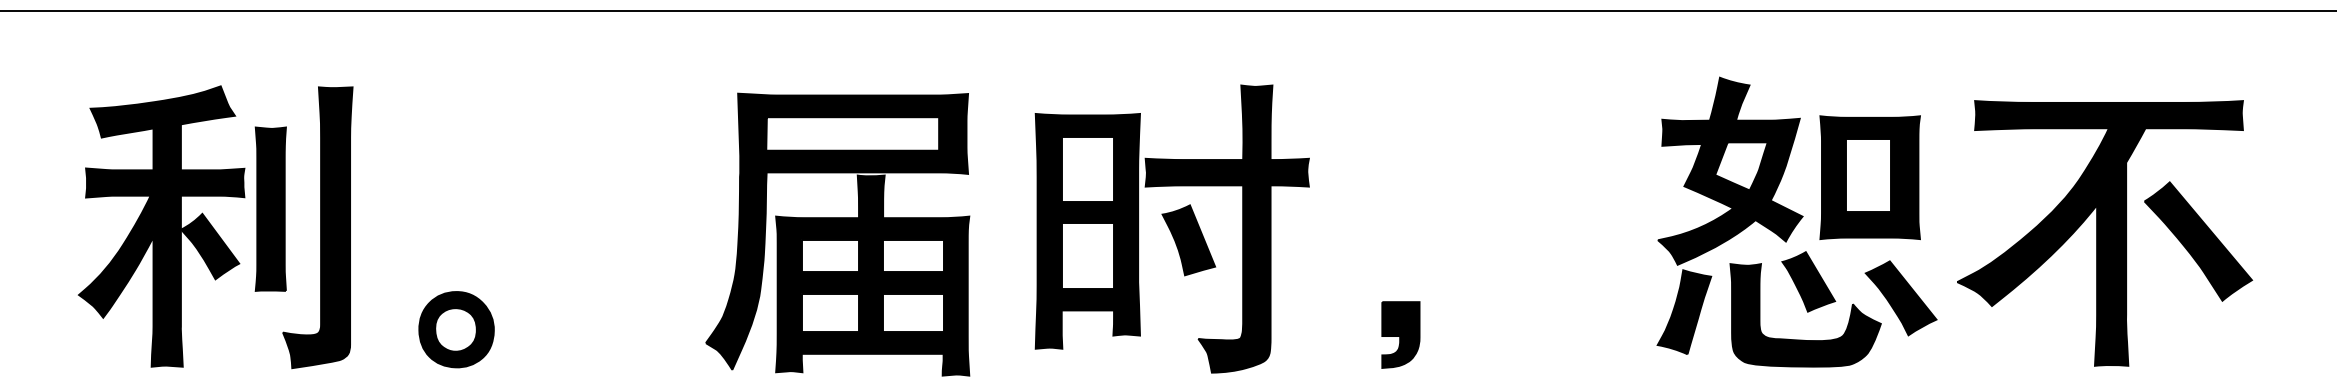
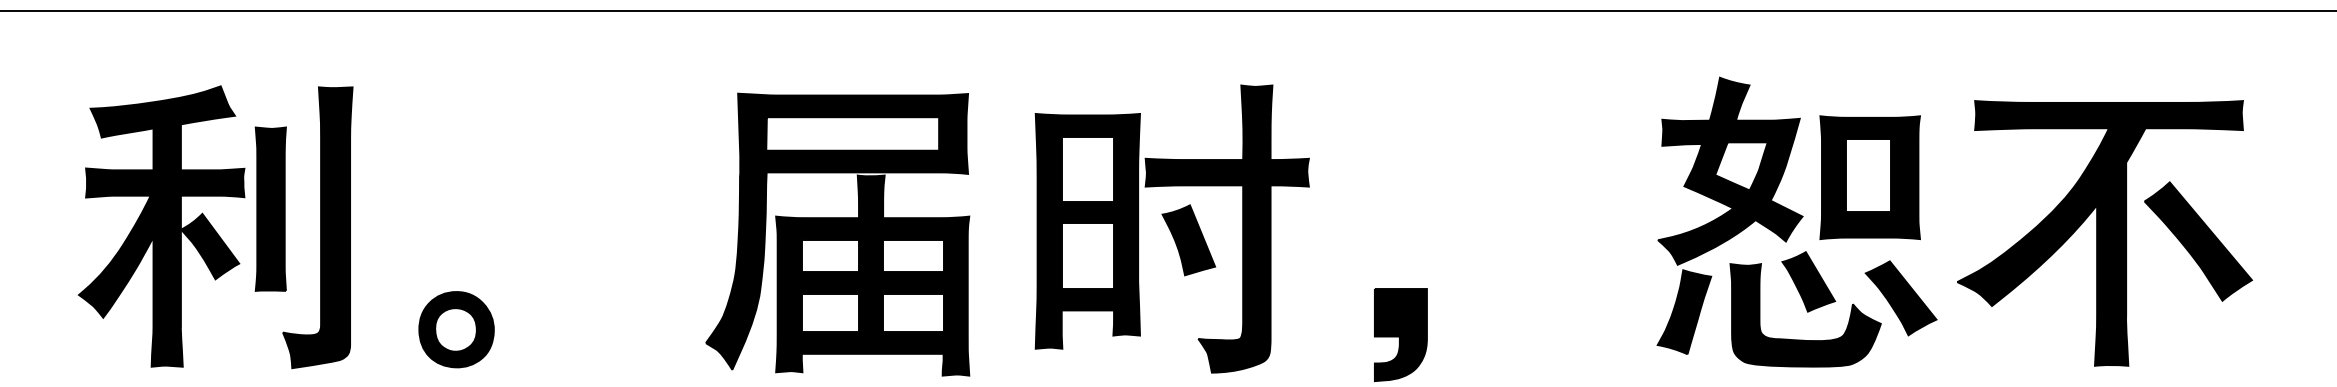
part at (1400, 334) size: 40x68 px -> 54x95 px
